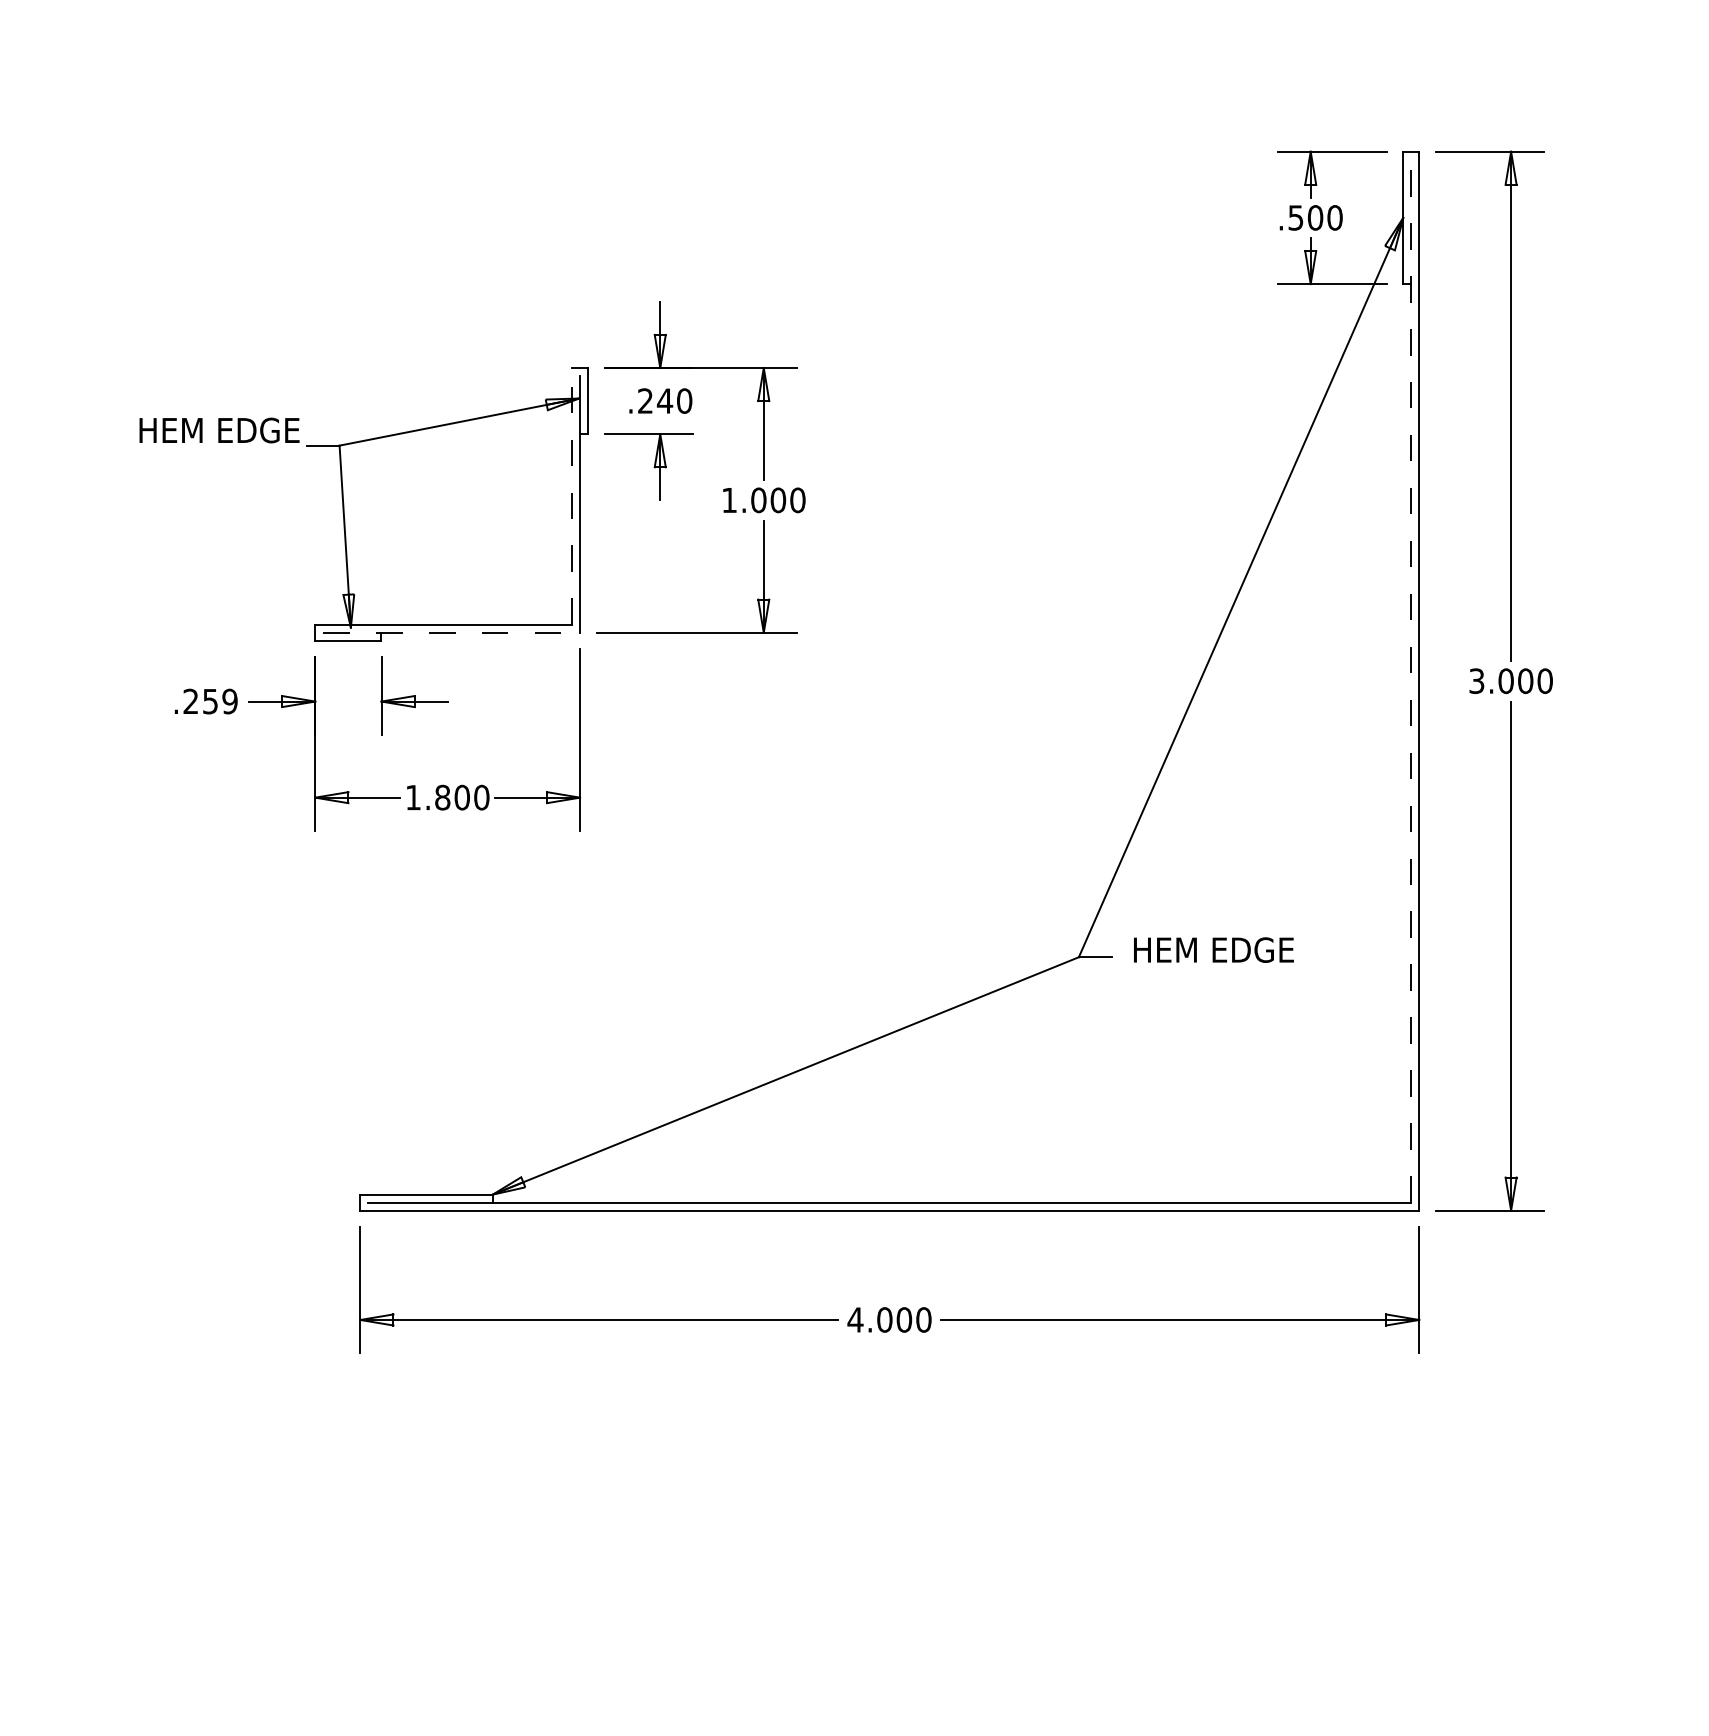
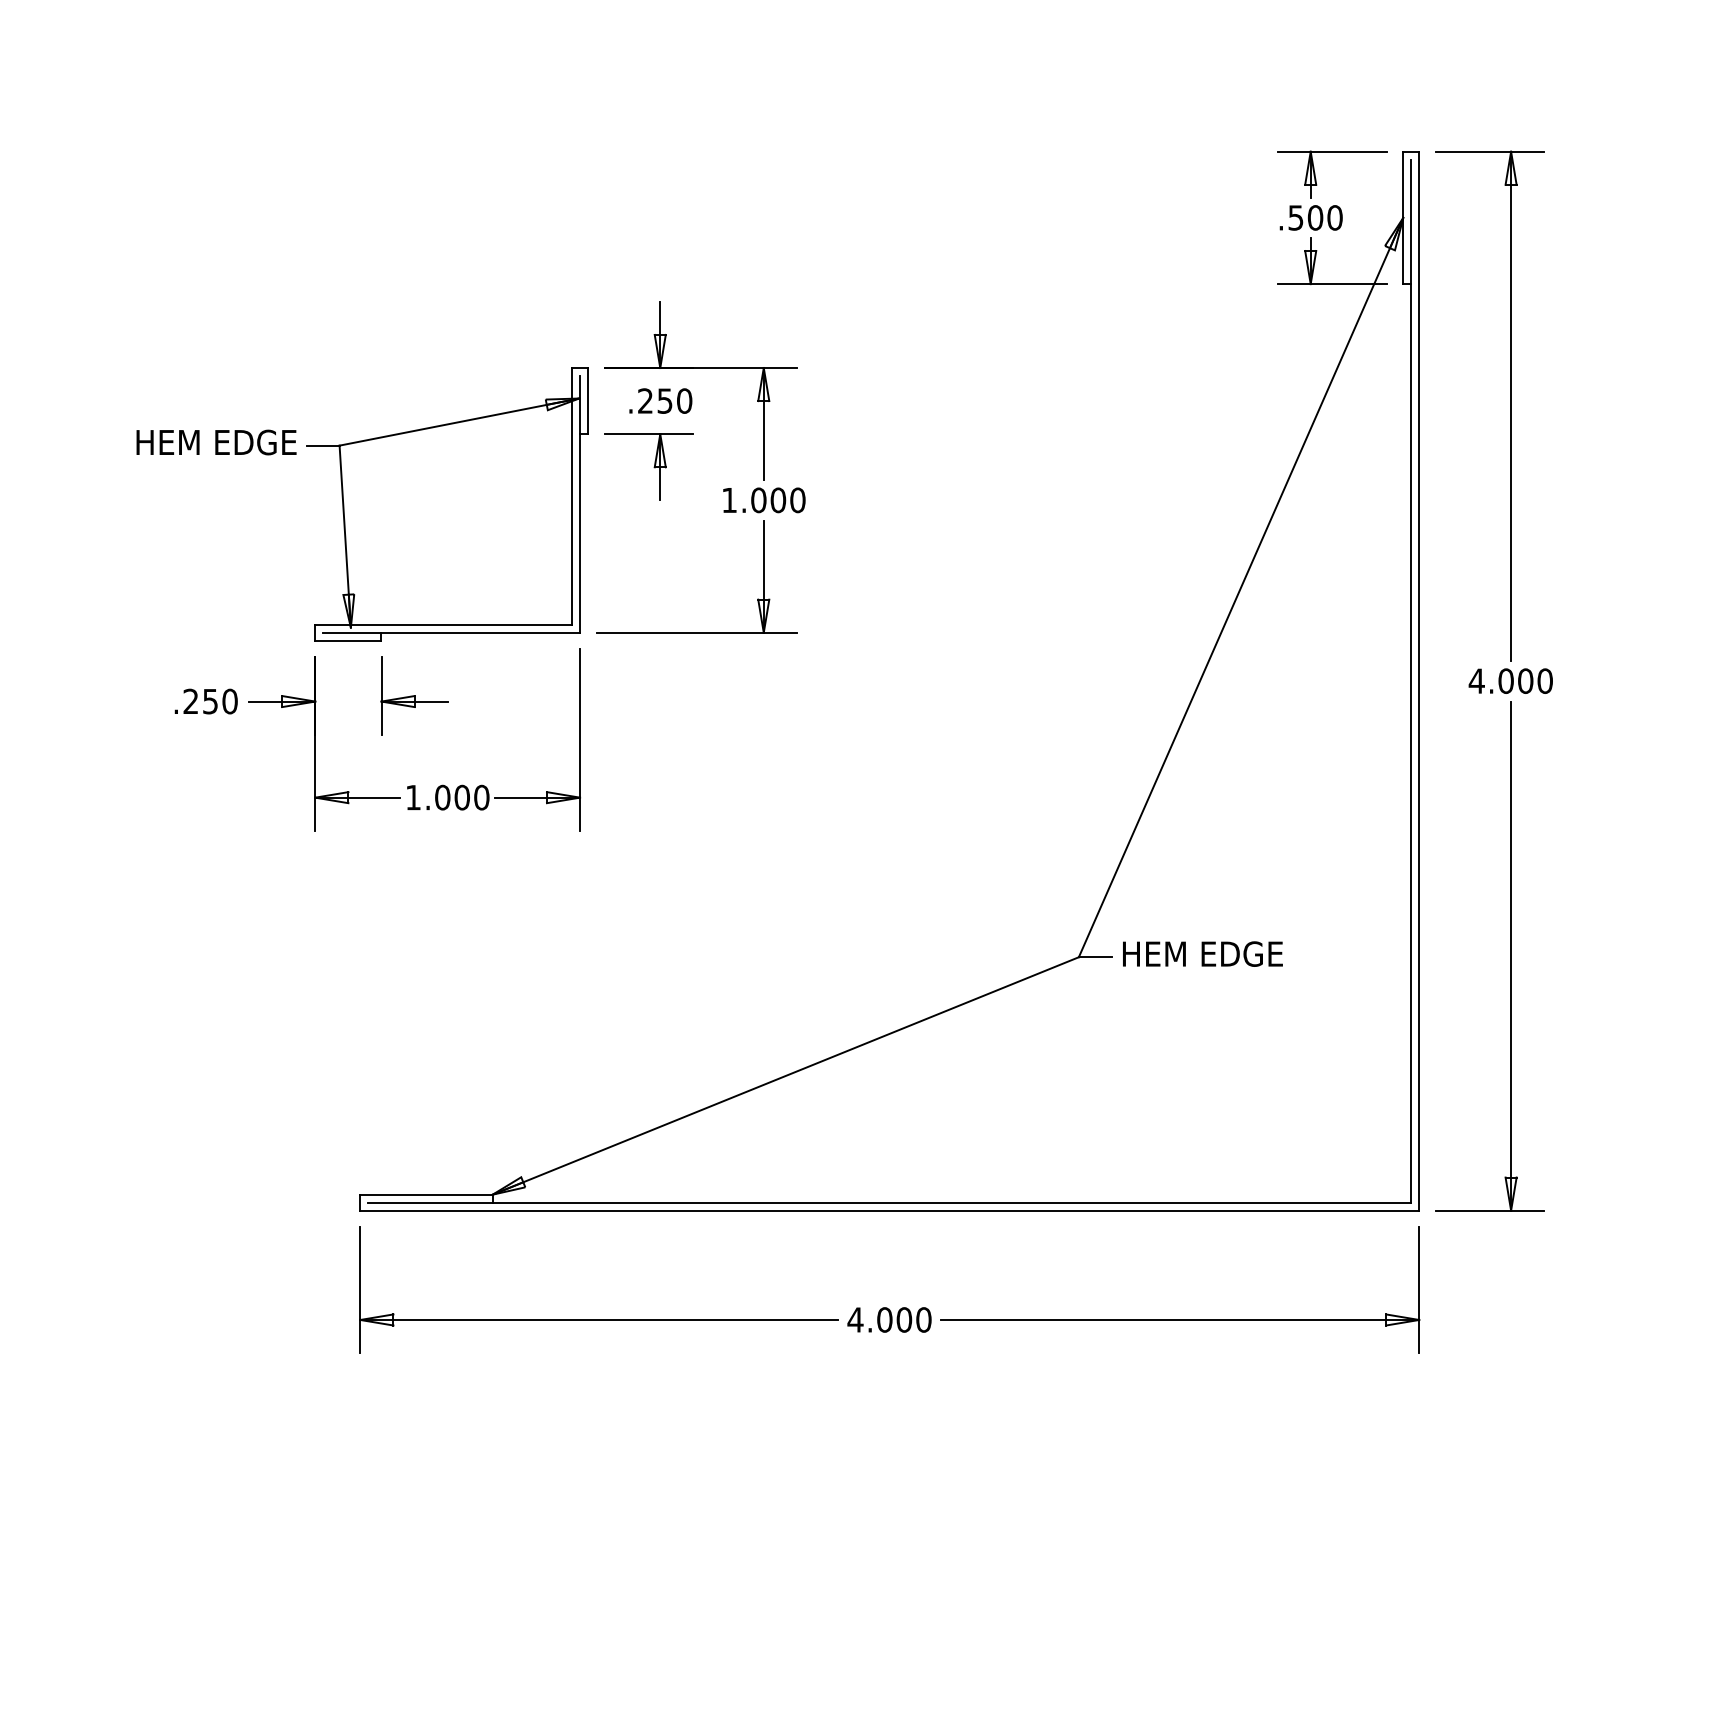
text at (664, 400): .240 -> .250
text at (219, 430) position: (219, 430) -> (216, 442)
line at (572, 495): dashed -> solid
line at (452, 632): dashed -> solid
line at (1411, 681): dashed -> solid
text at (1476, 681): 3.000 -> 4.000
text at (229, 701): .259 -> .250
text at (442, 797): 1.800 -> 1.000
text at (1213, 949) position: (1213, 949) -> (1202, 953)
